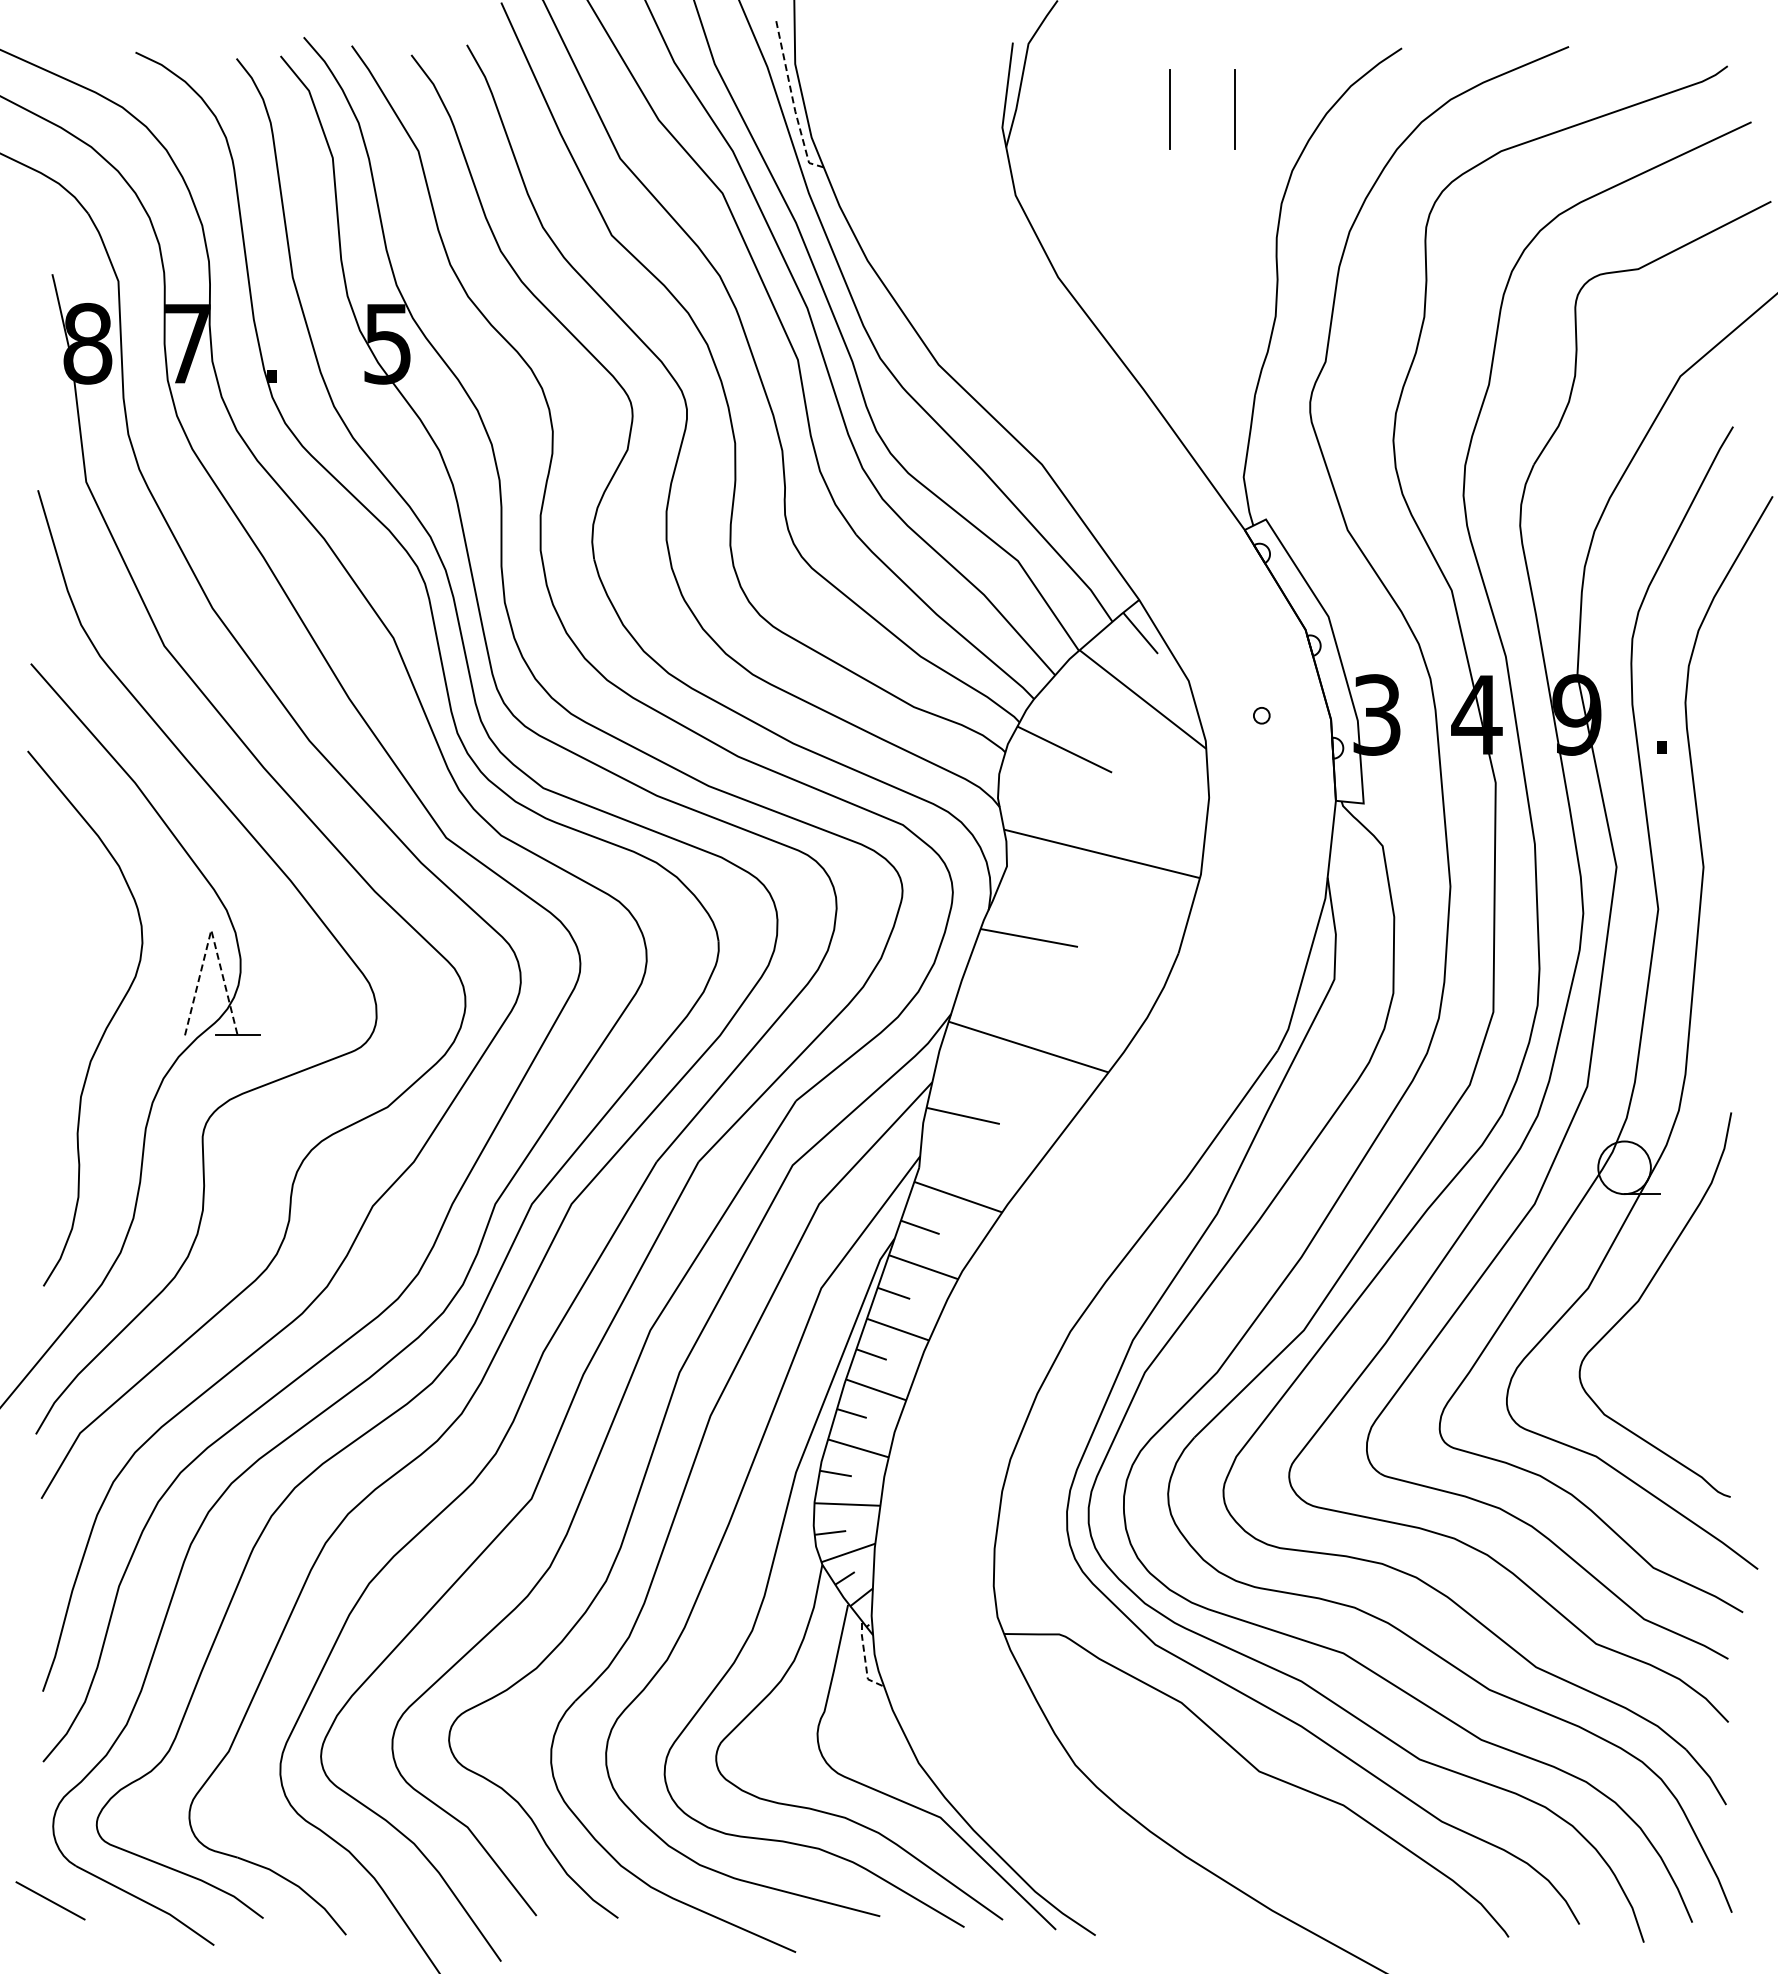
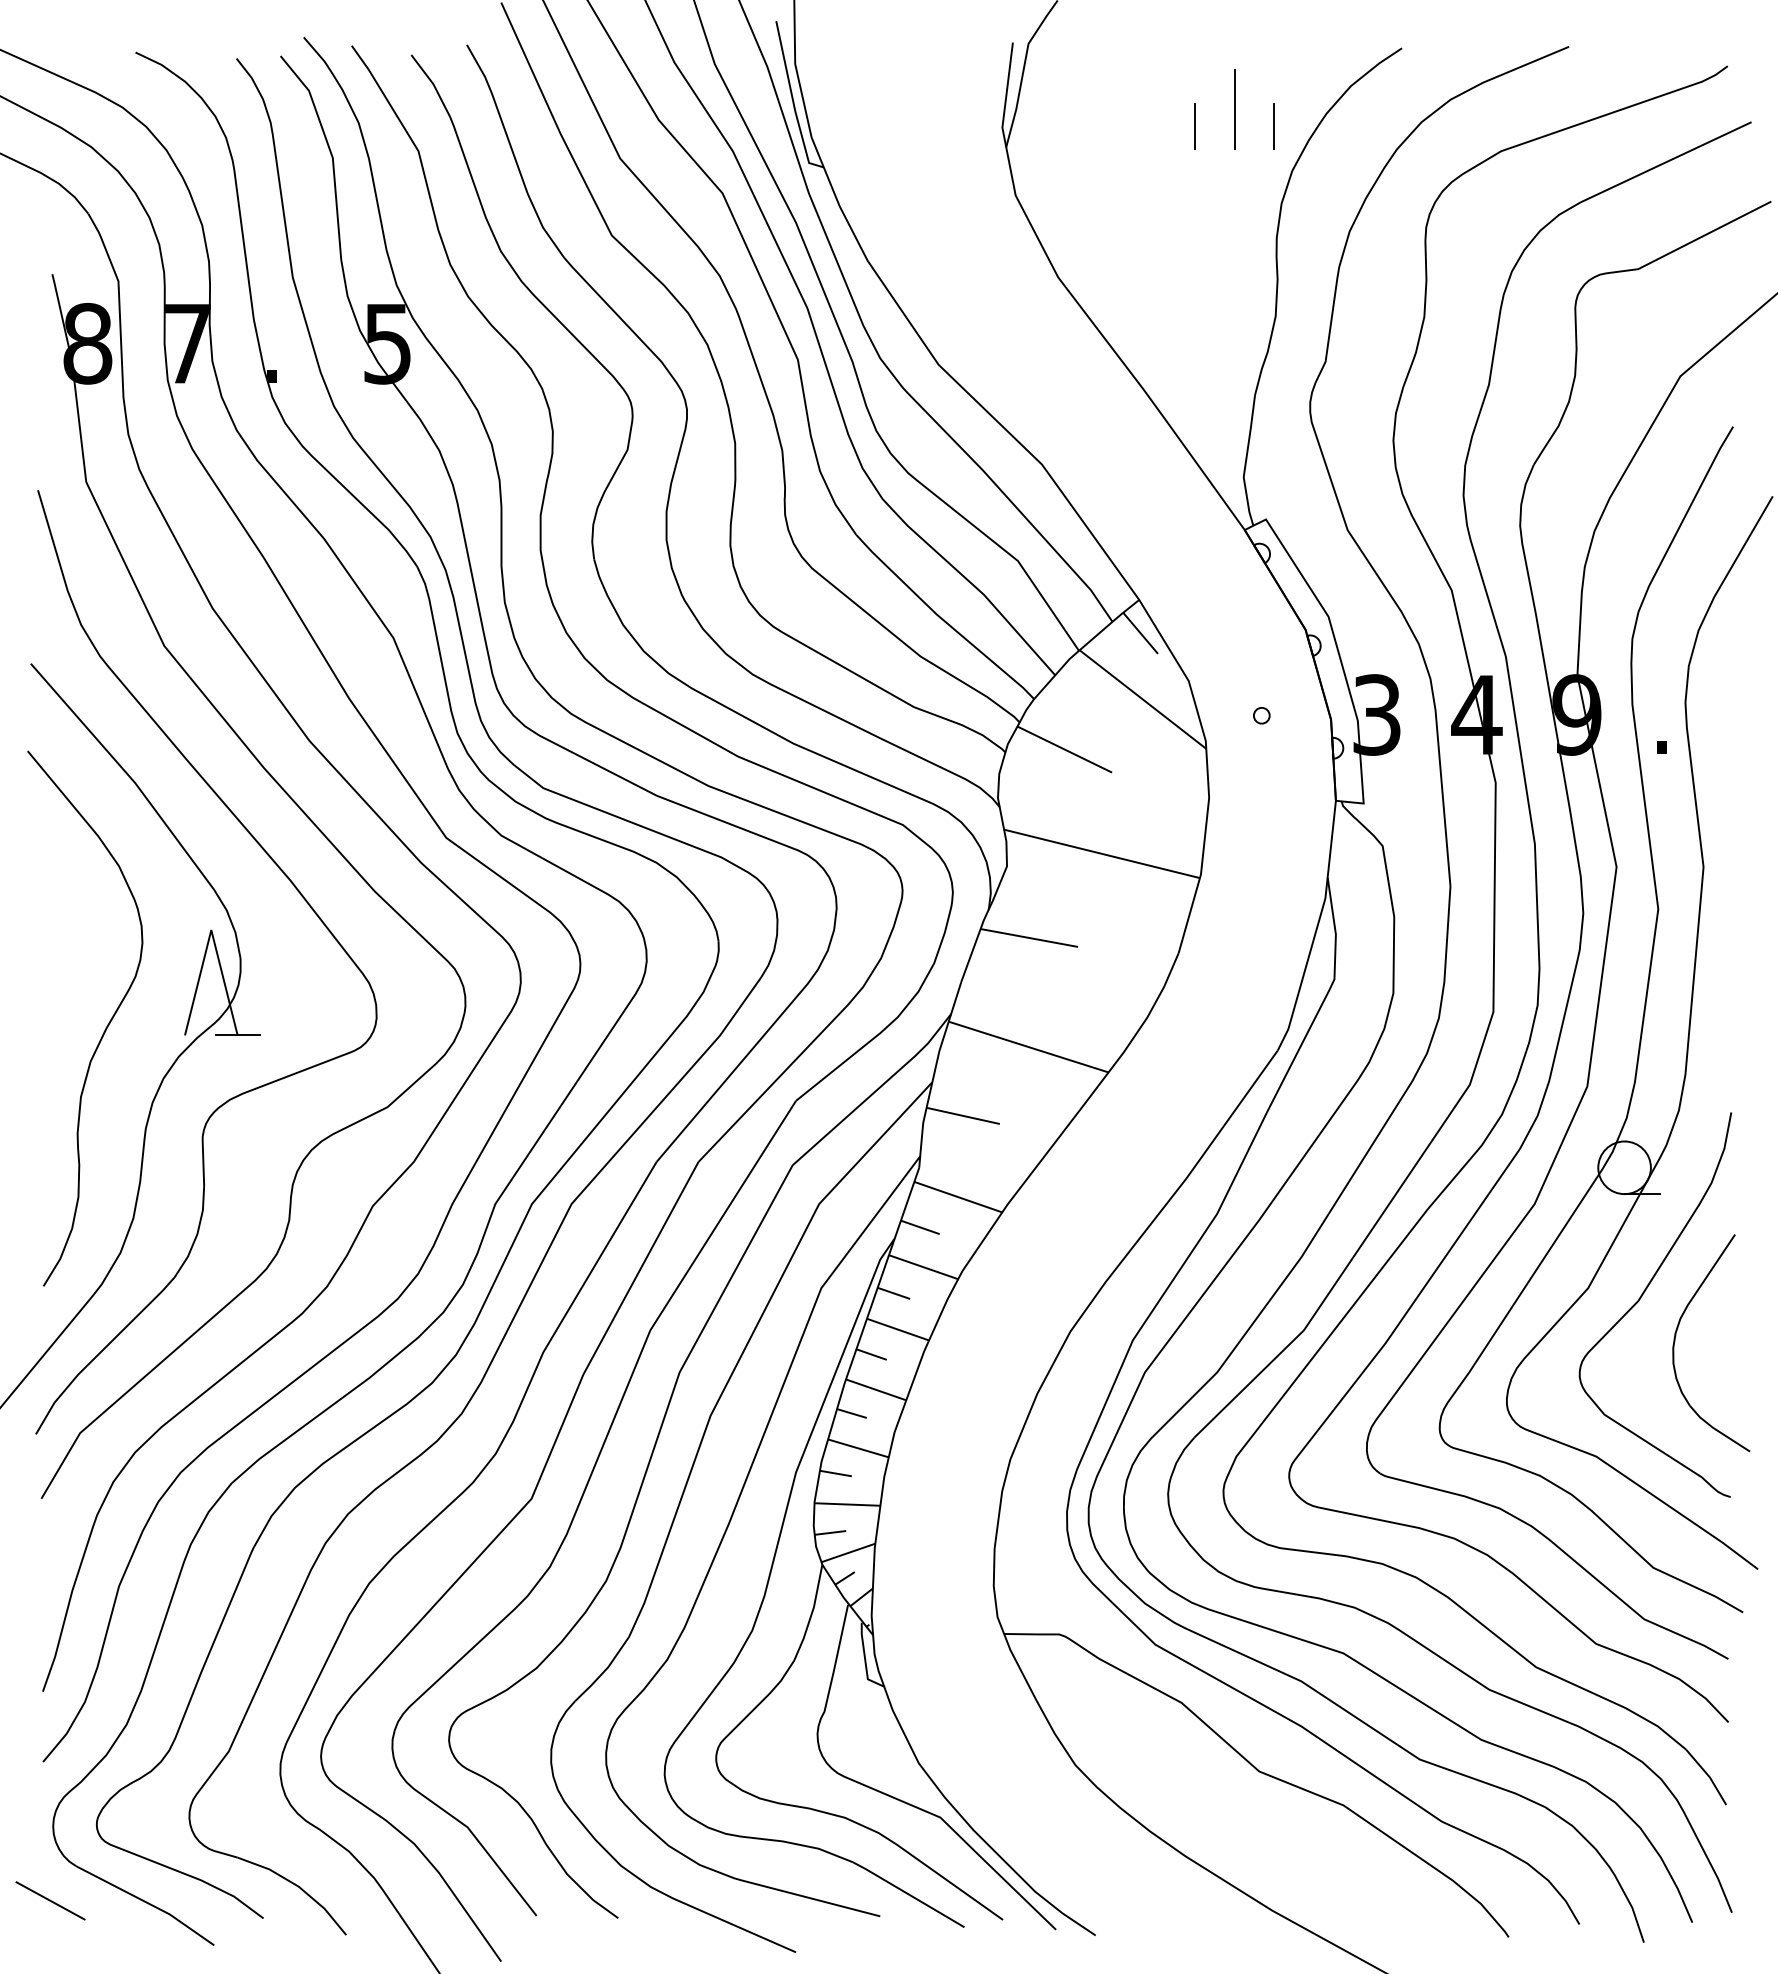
line at (793, 101): dashed -> solid
line at (1169, 109): present -> none
line at (1195, 126): none -> present
line at (1274, 126): none -> present
line at (211, 930): dashed -> solid
part at (1676, 1335): none -> present
line at (865, 1659): dashed -> solid
